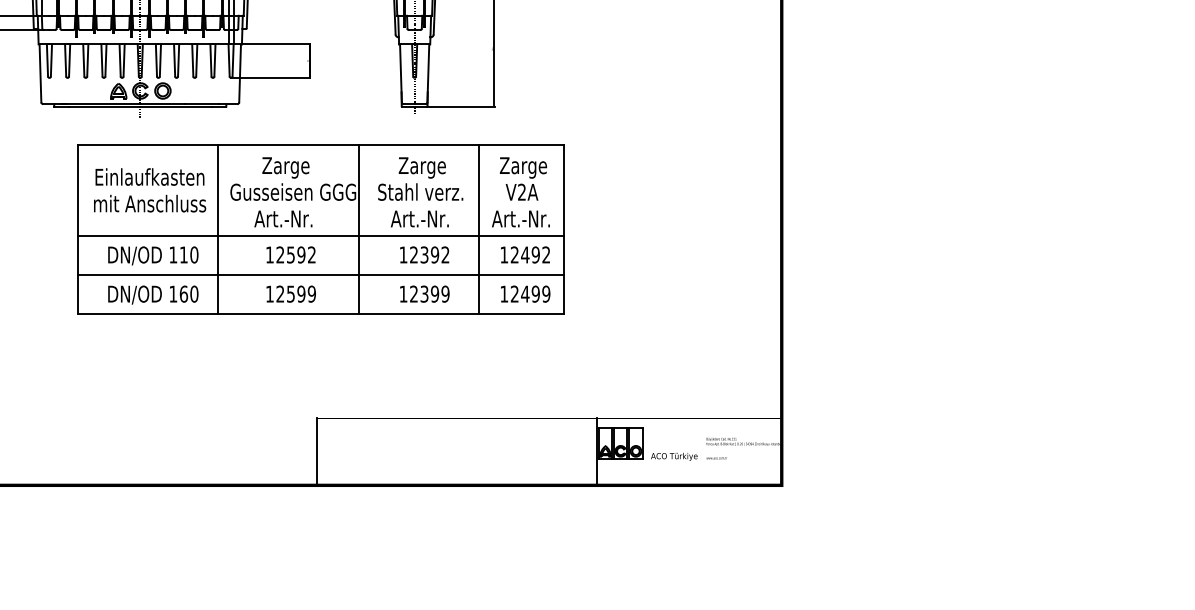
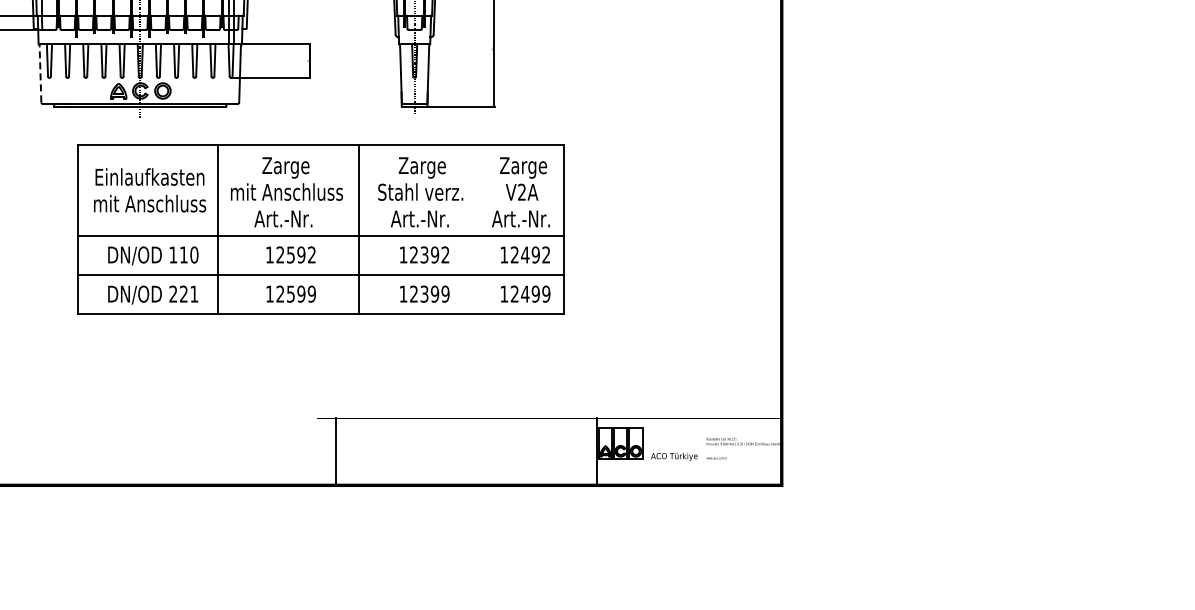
line at (40, 73): solid -> dashed
text at (293, 191): Gusseisen GGG -> mit Anschluss
line at (478, 229): present -> none
text at (183, 293): 160 -> 221
line at (317, 451) position: (317, 451) -> (336, 451)
